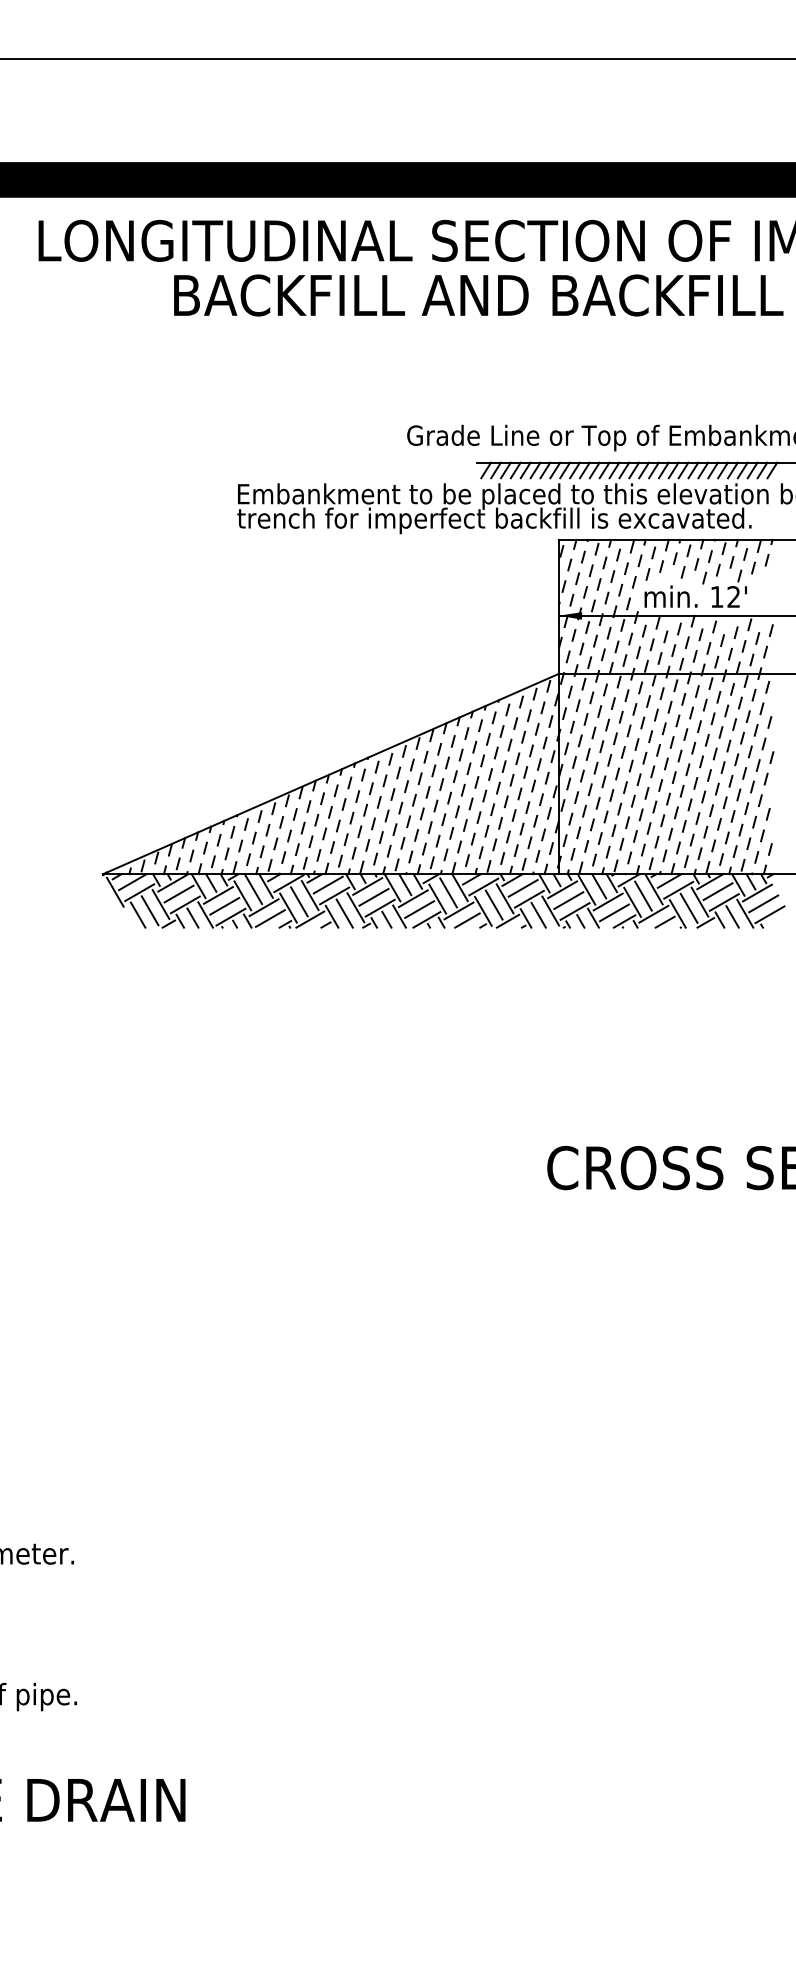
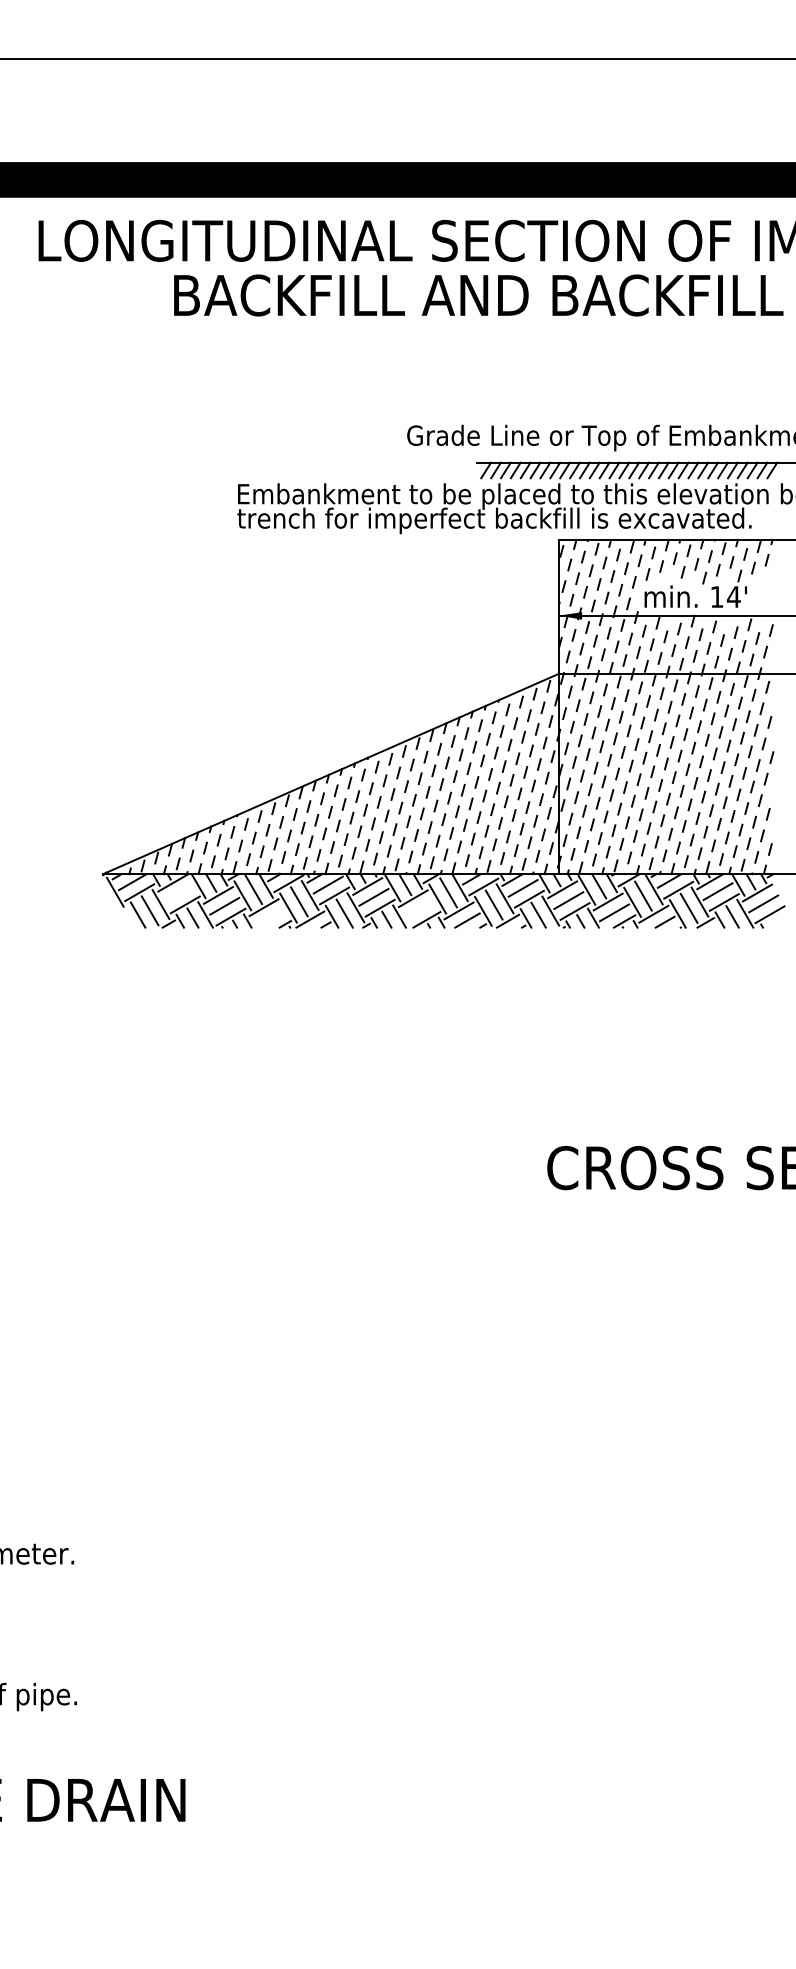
text at (733, 596): 12' -> 14'
line at (178, 893): present -> none
line at (419, 909): present -> none
line at (269, 918): present -> none
